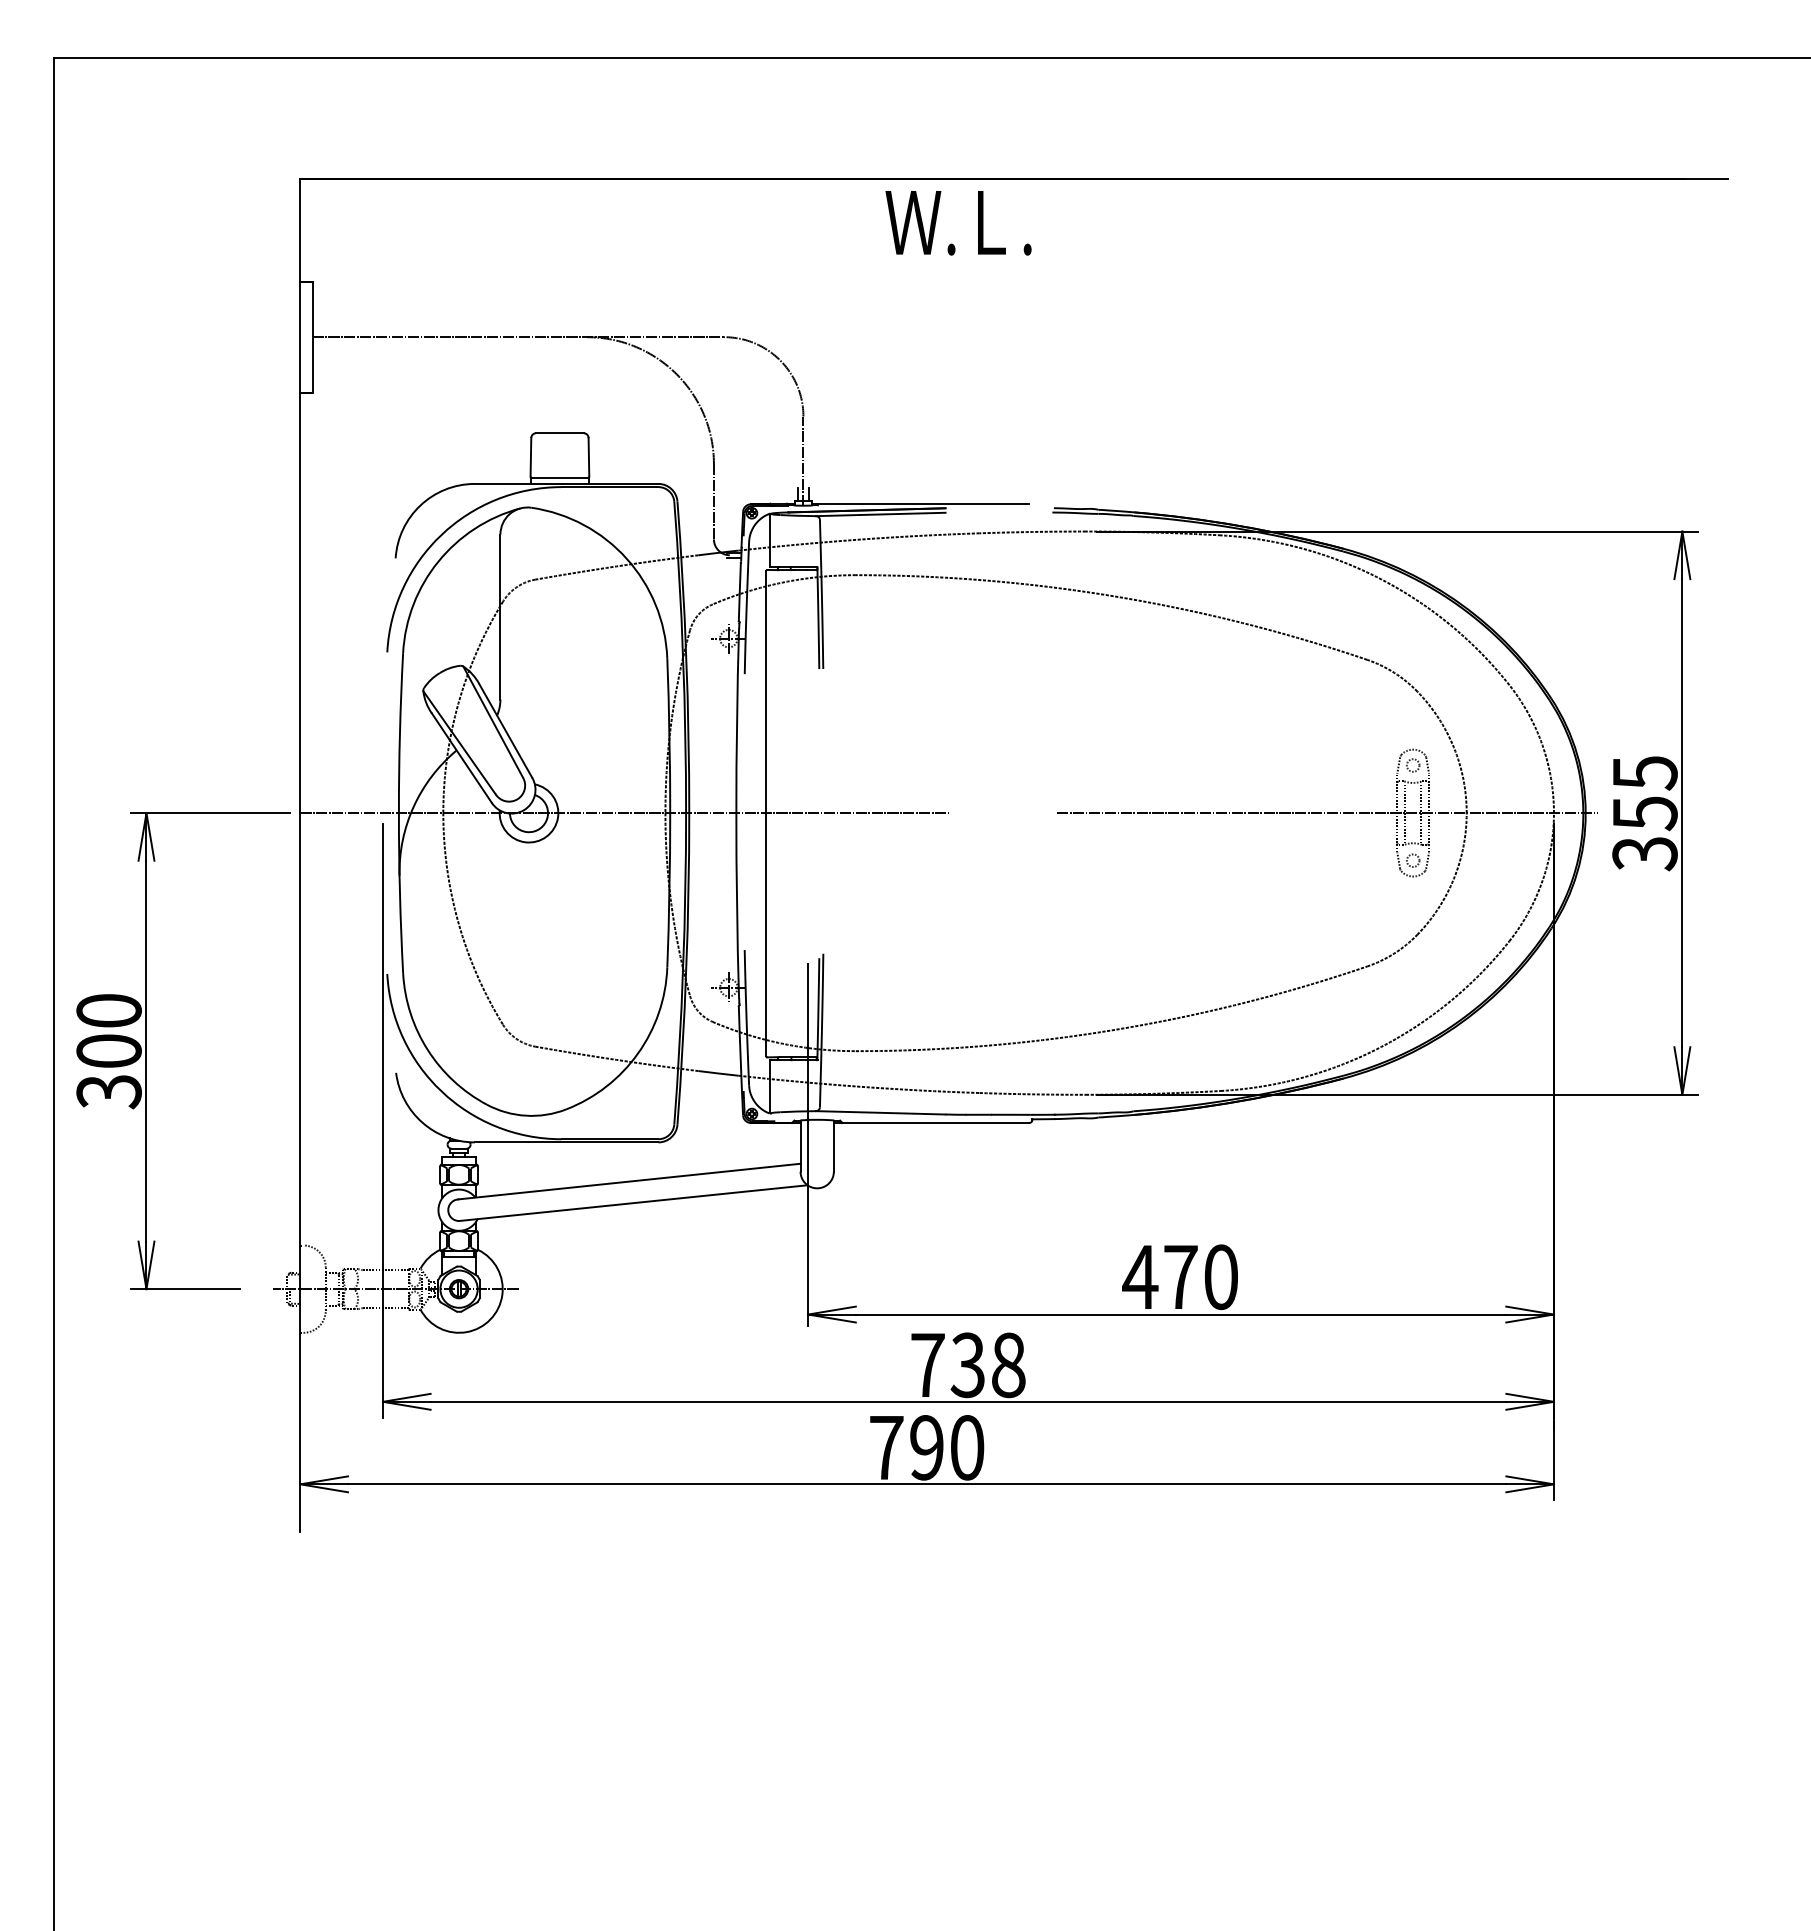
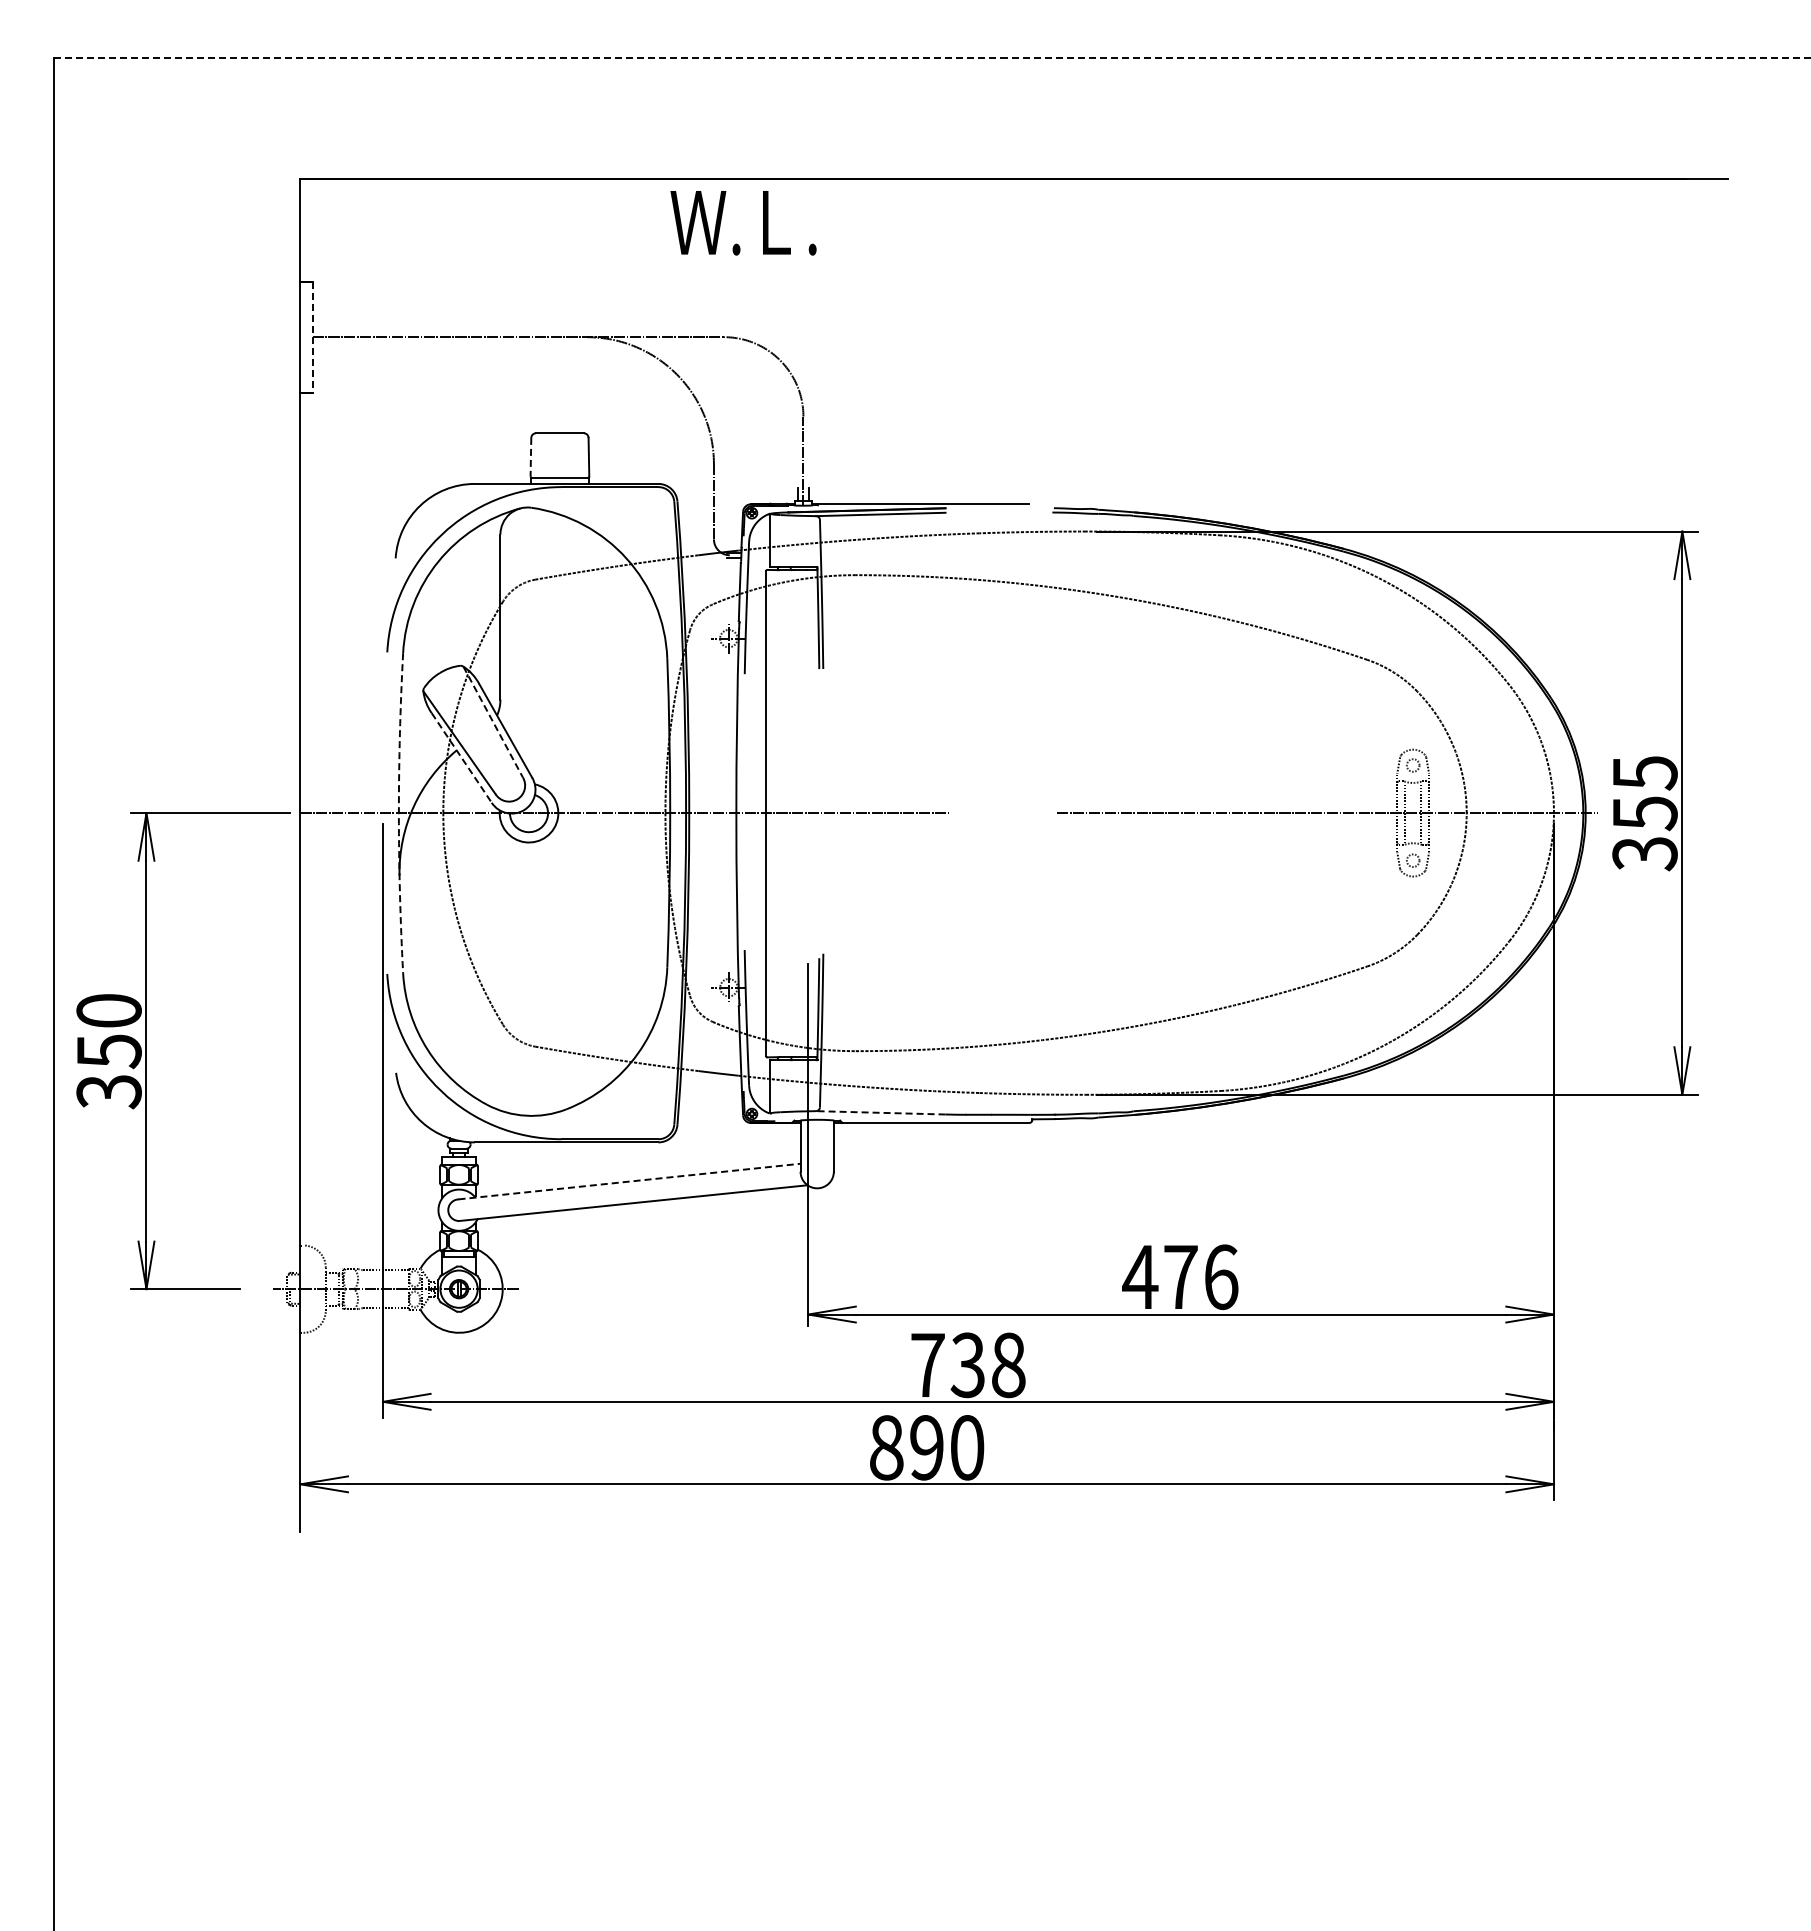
line at (932, 57): solid -> dashed
text at (958, 223) position: (958, 223) -> (743, 223)
line at (312, 337): solid -> dashed
line at (530, 457): solid -> dashed
line at (493, 721): solid -> dashed
line at (461, 758): solid -> dashed
arc at (398, 813): solid -> dashed
text at (108, 1051): 300 -> 350
line at (880, 1112): solid -> dashed
line at (629, 1181): solid -> dashed
text at (1221, 1276): 470 -> 476
text at (886, 1447): 790 -> 890
